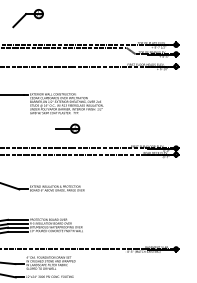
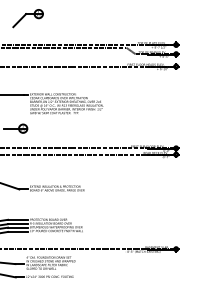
part at (67, 128) position: (67, 128) -> (15, 128)
